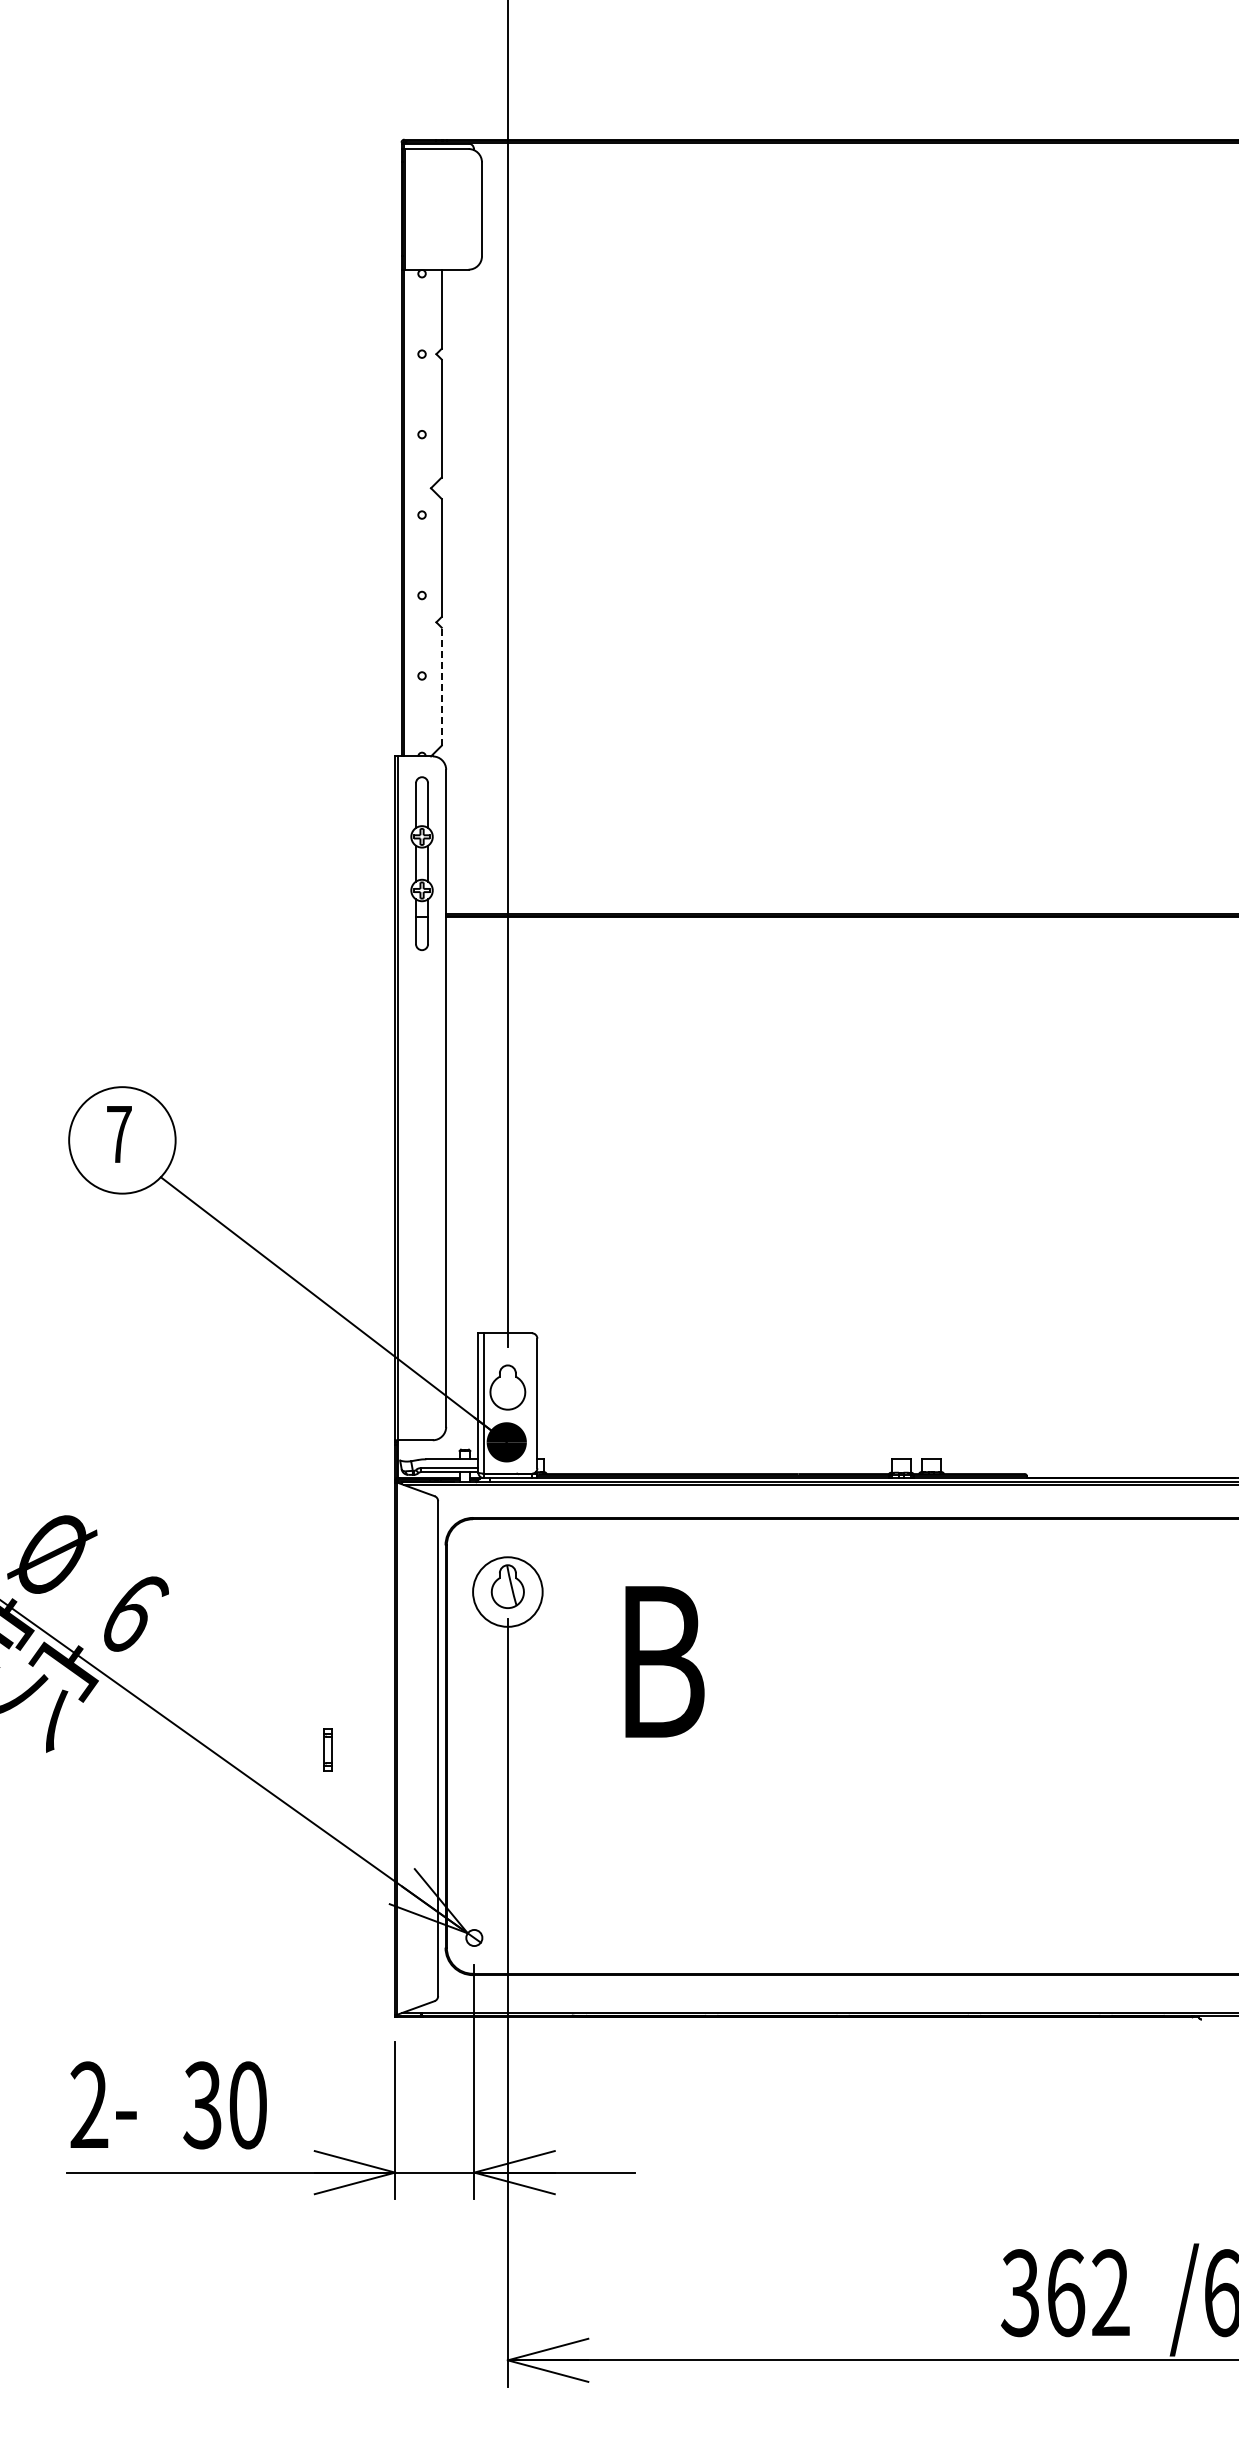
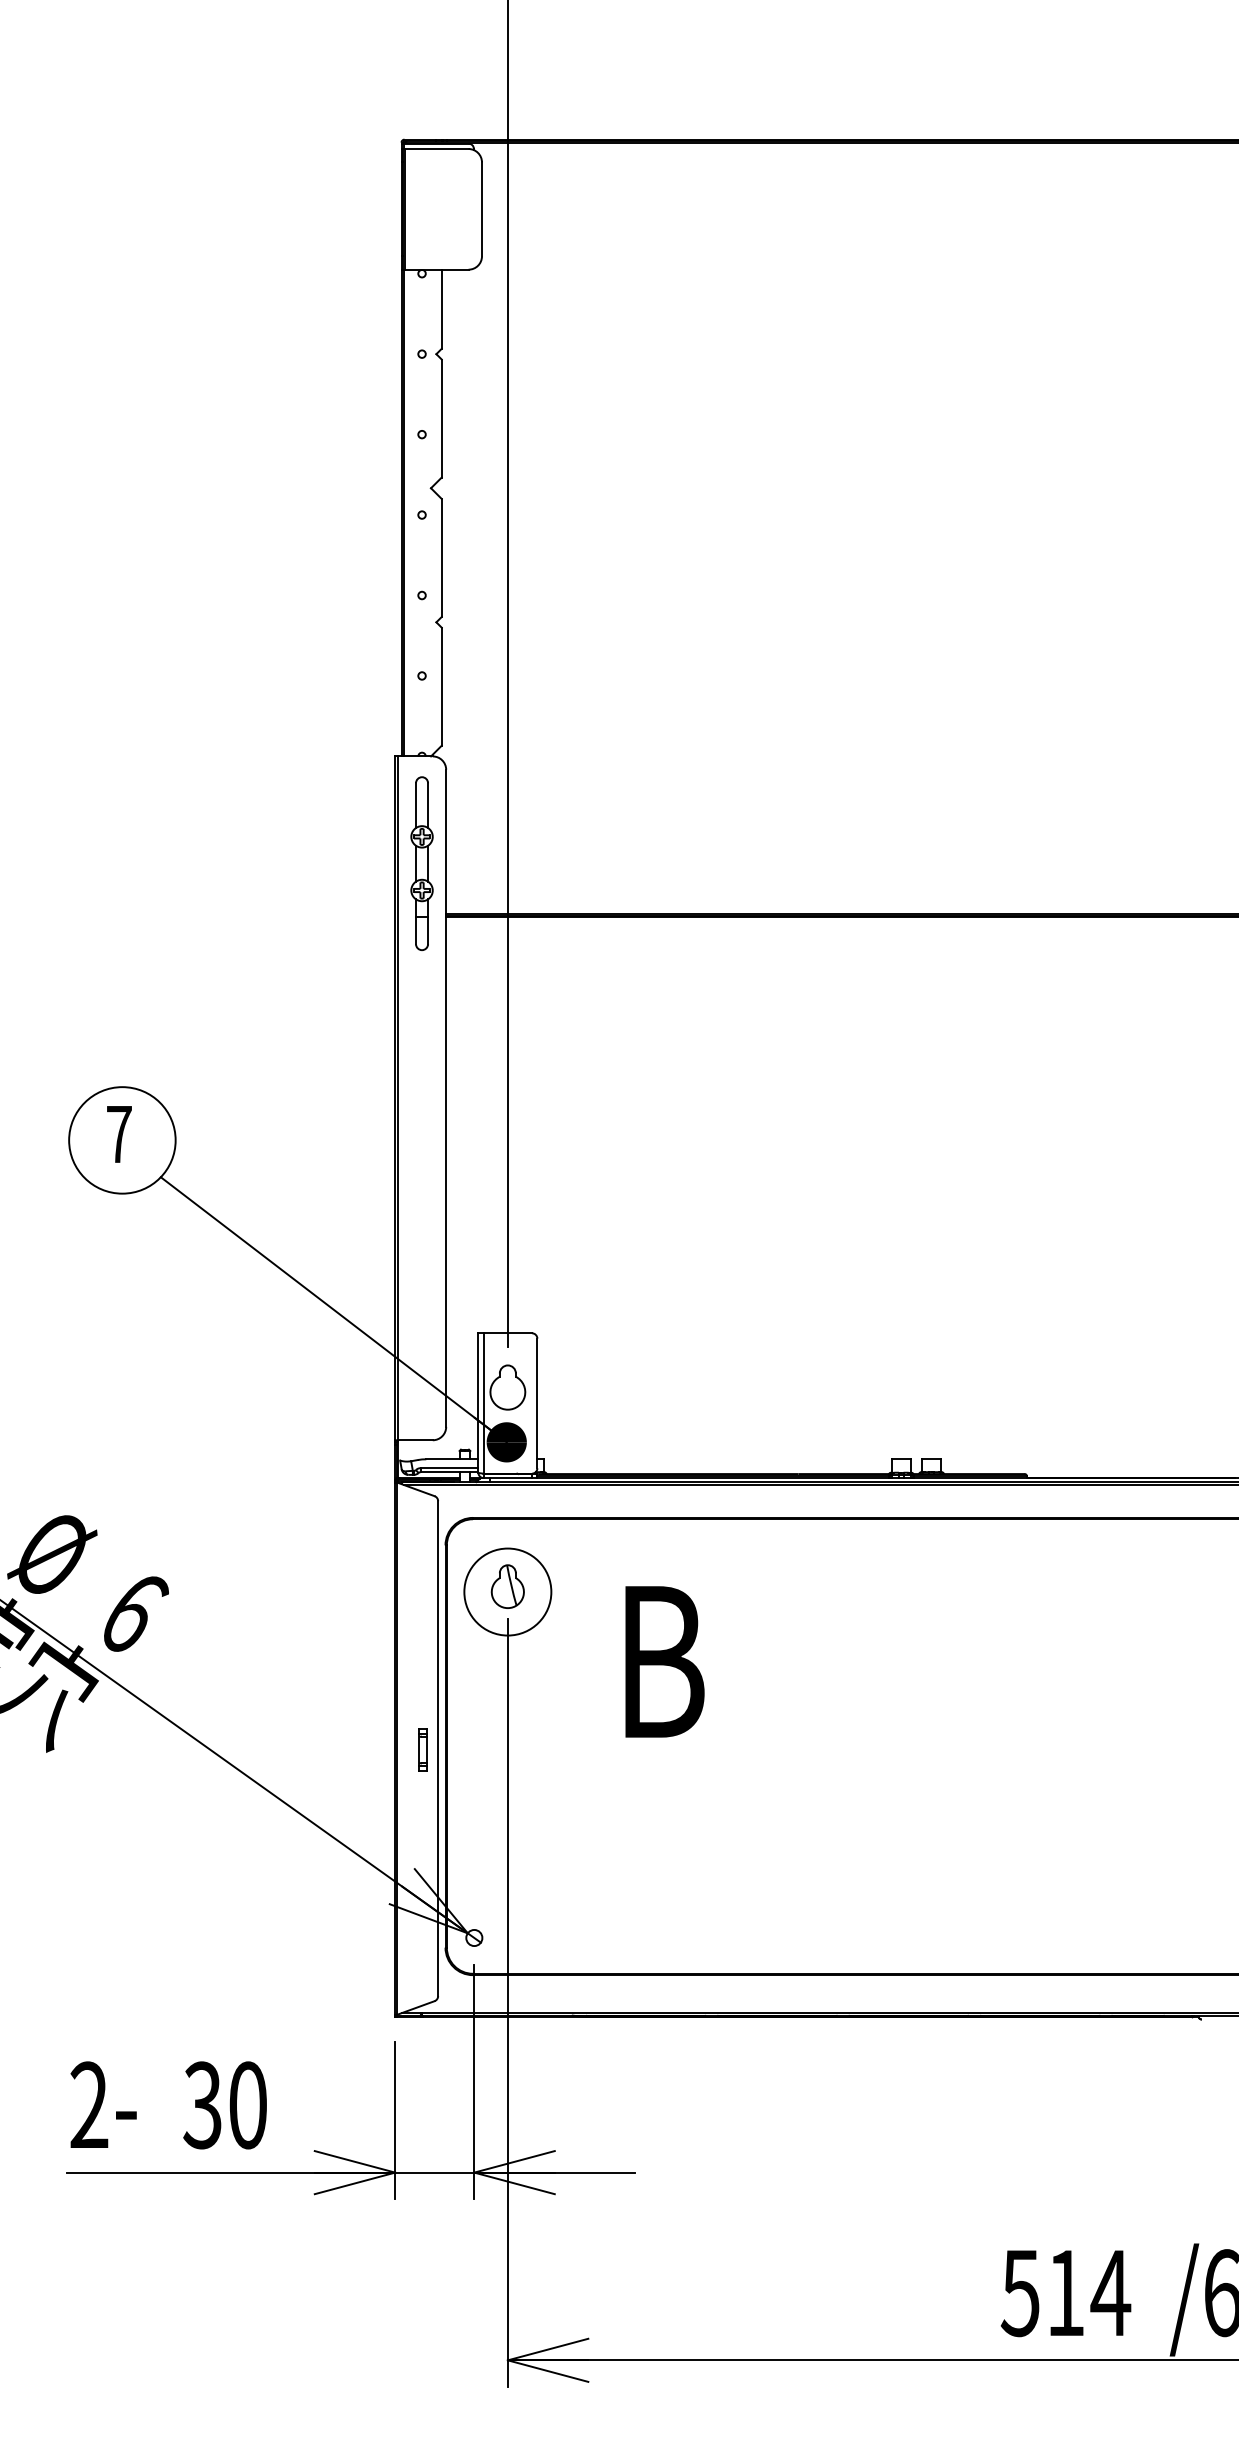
line at (441, 686): dashed -> solid
circle at (507, 1591) diameter: 70 px -> 87 px
part at (327, 1749) position: (327, 1749) -> (422, 1749)
text at (1066, 2293): 362 -> 514
